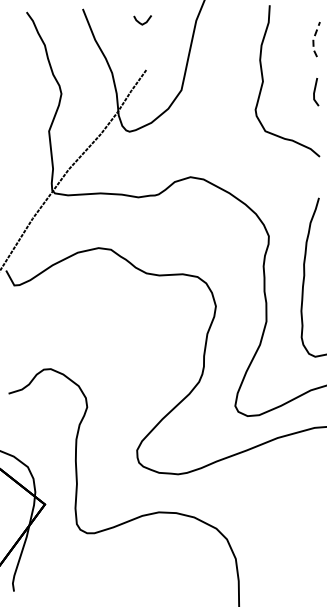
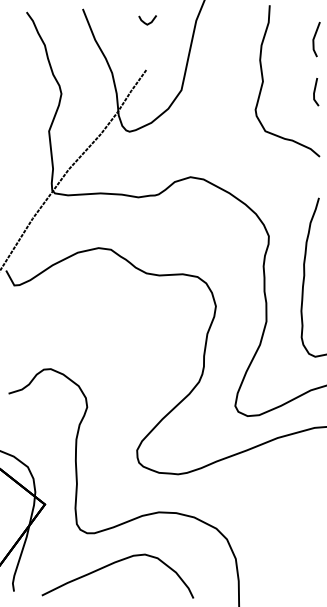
curve at (140, 22) position: (140, 22) -> (145, 22)
line at (313, 39): dashed -> solid
curve at (113, 564): none -> present
